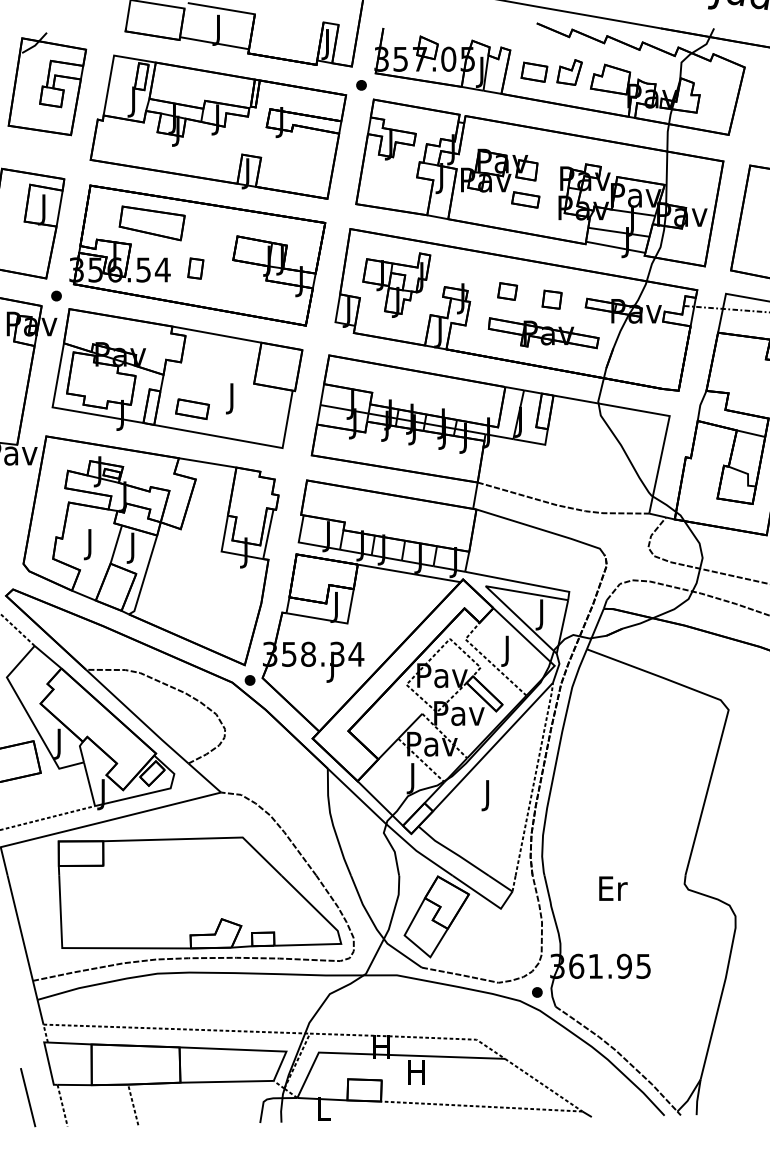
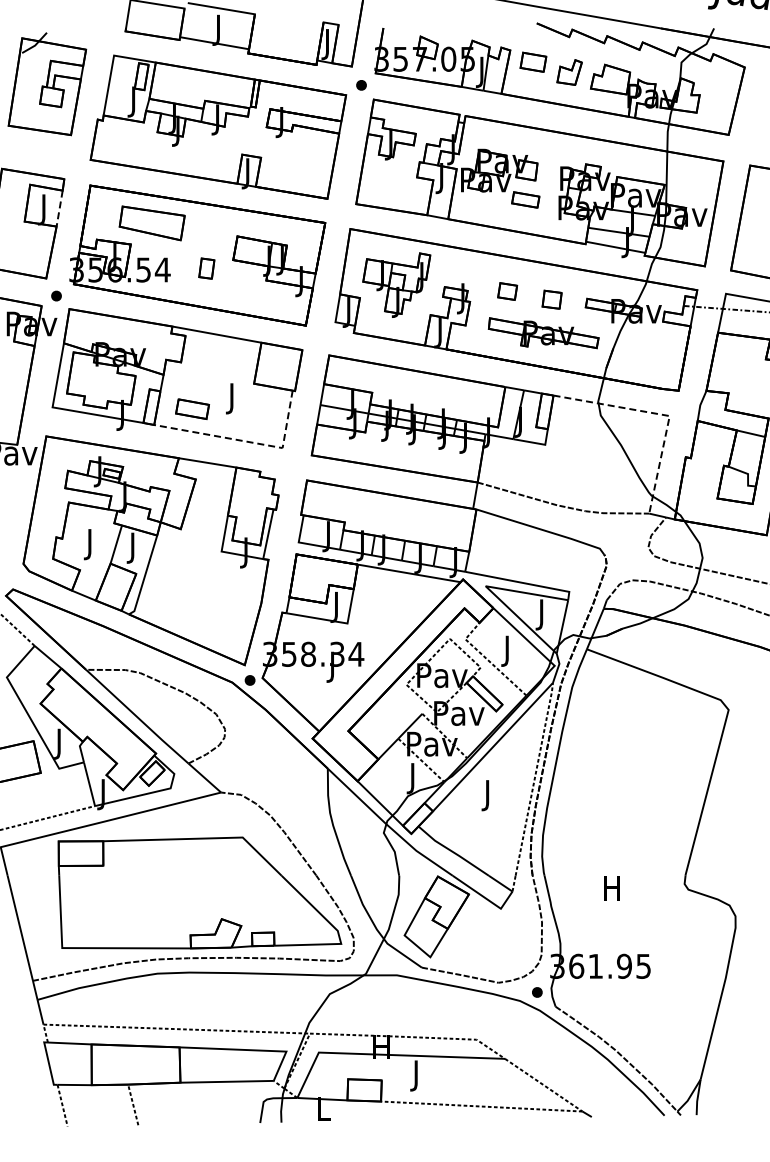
part at (534, 71) position: (534, 71) -> (533, 61)
line at (59, 209): solid -> dashed
part at (195, 268) position: (195, 268) -> (206, 268)
line at (660, 414): solid -> dashed
line at (247, 441): solid -> dashed
text at (613, 888): Er -> H
text at (416, 1075): H -> J
line at (28, 1097): present -> none
